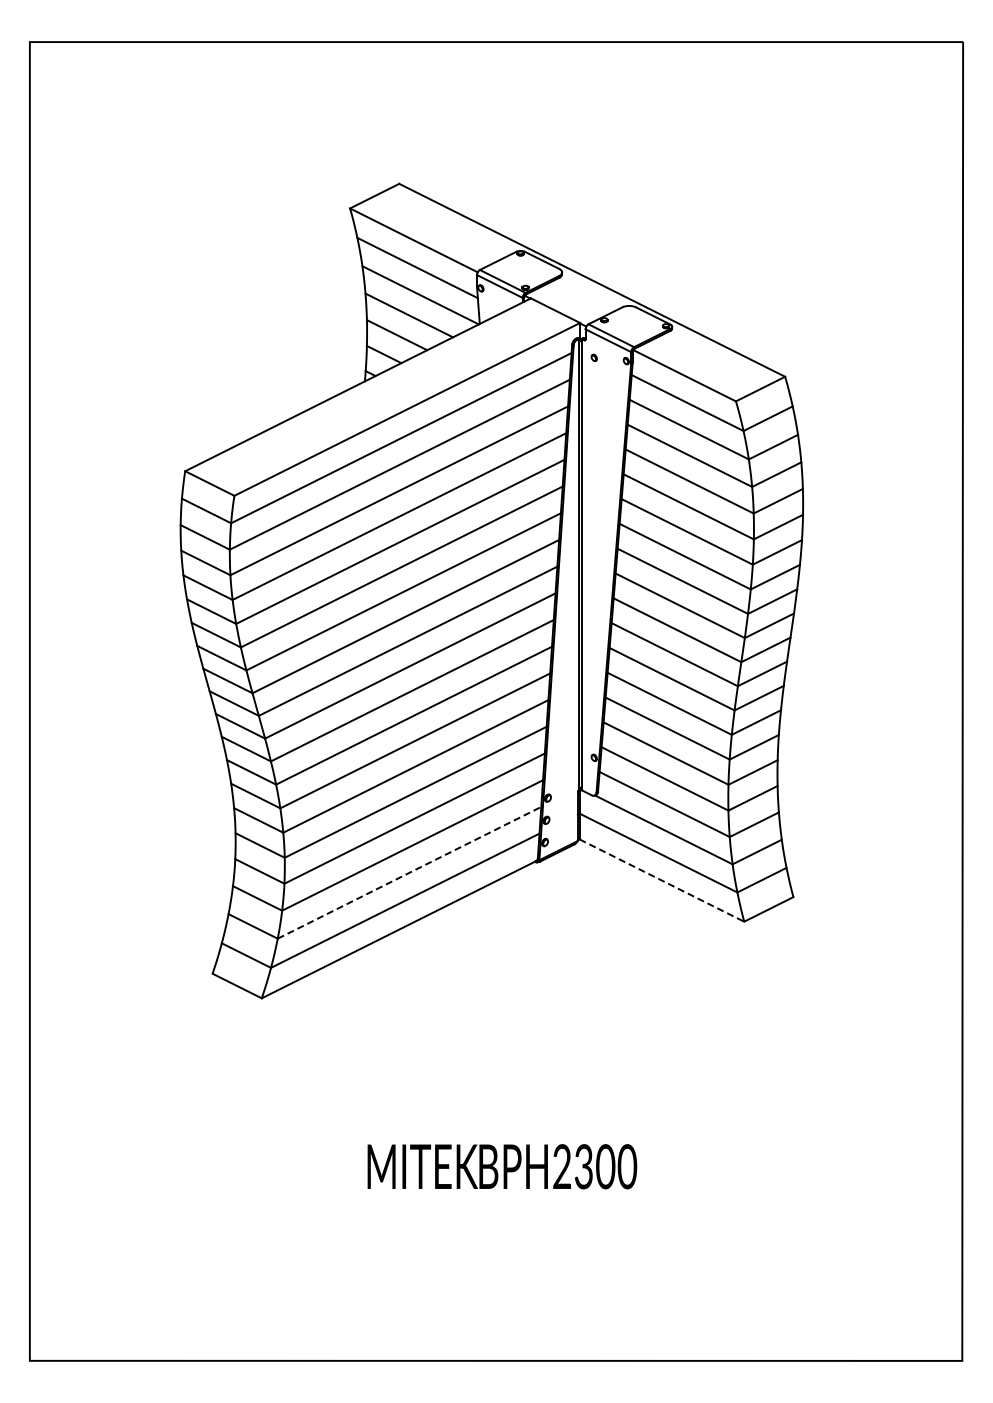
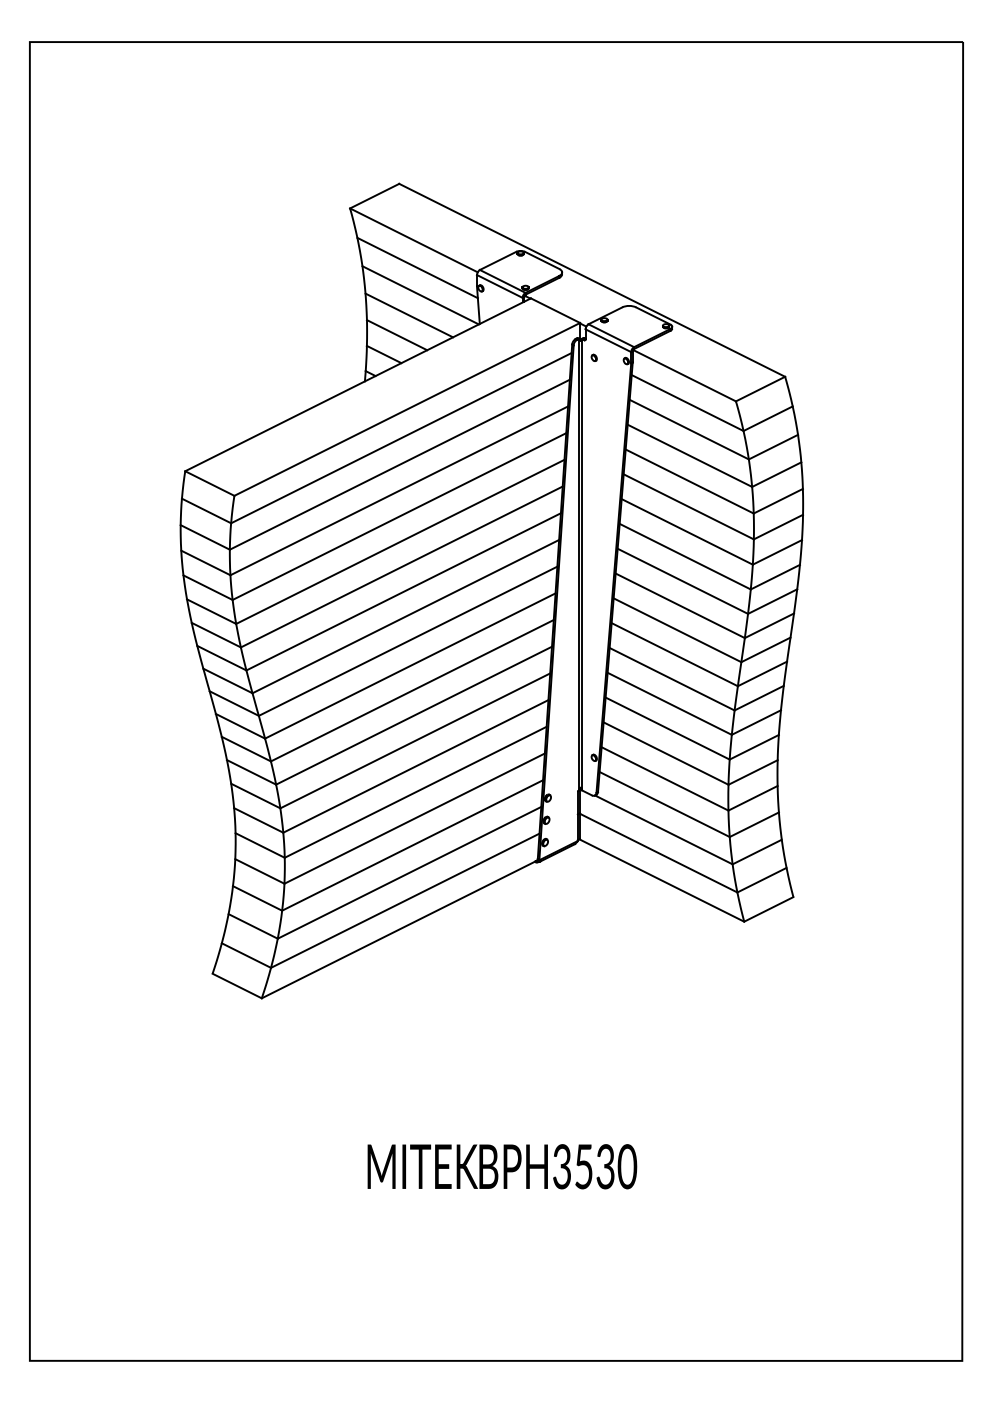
line at (410, 872): dashed -> solid
line at (662, 880): dashed -> solid
text at (584, 1166): BPH2300 -> BPH3530
